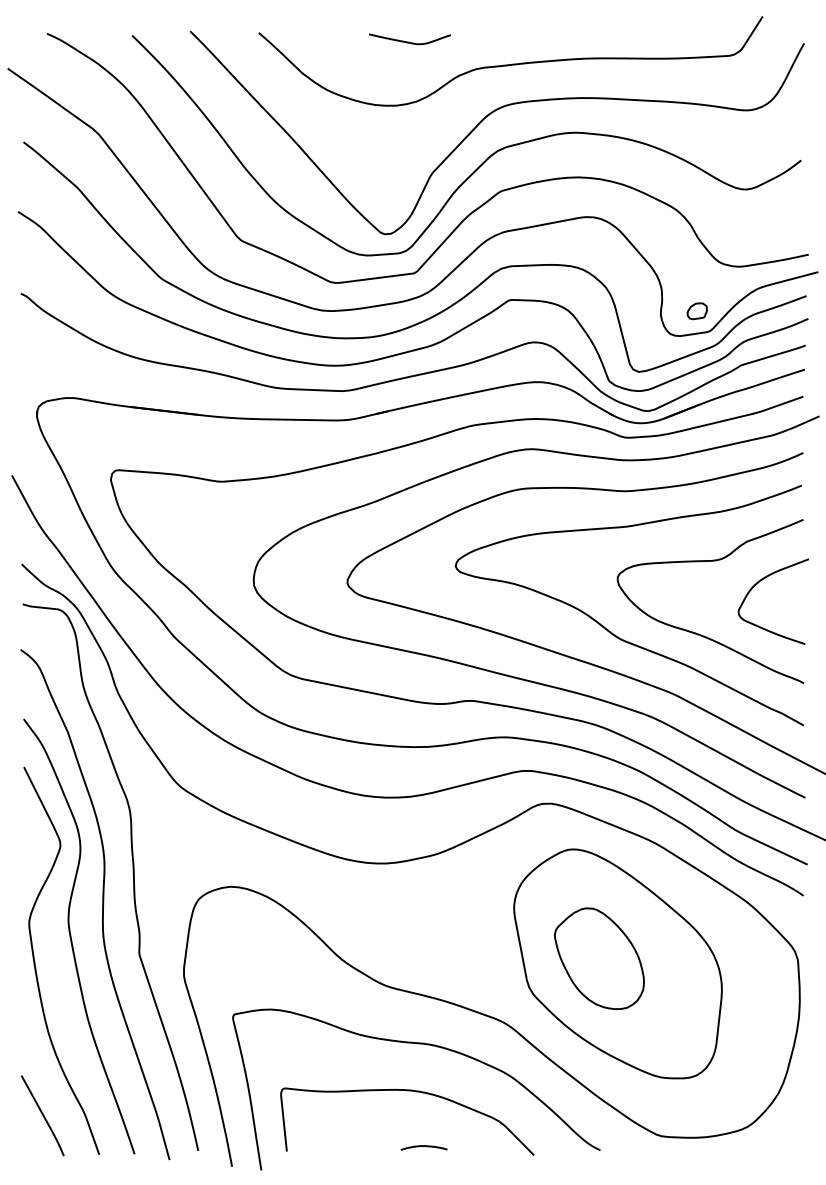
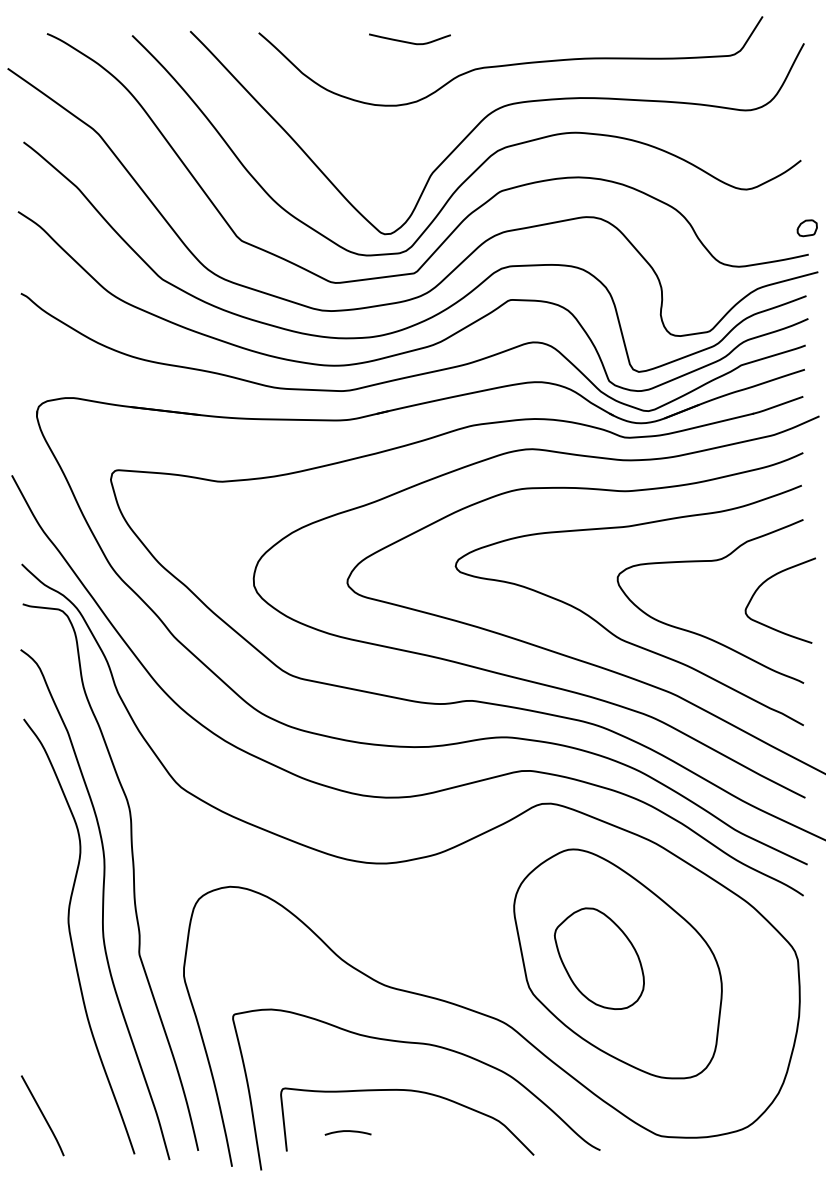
part at (696, 311) position: (696, 311) -> (806, 228)
curve at (756, 585) position: (756, 585) -> (763, 584)
curve at (36, 967): present -> none
curve at (423, 1146) position: (423, 1146) -> (347, 1131)
